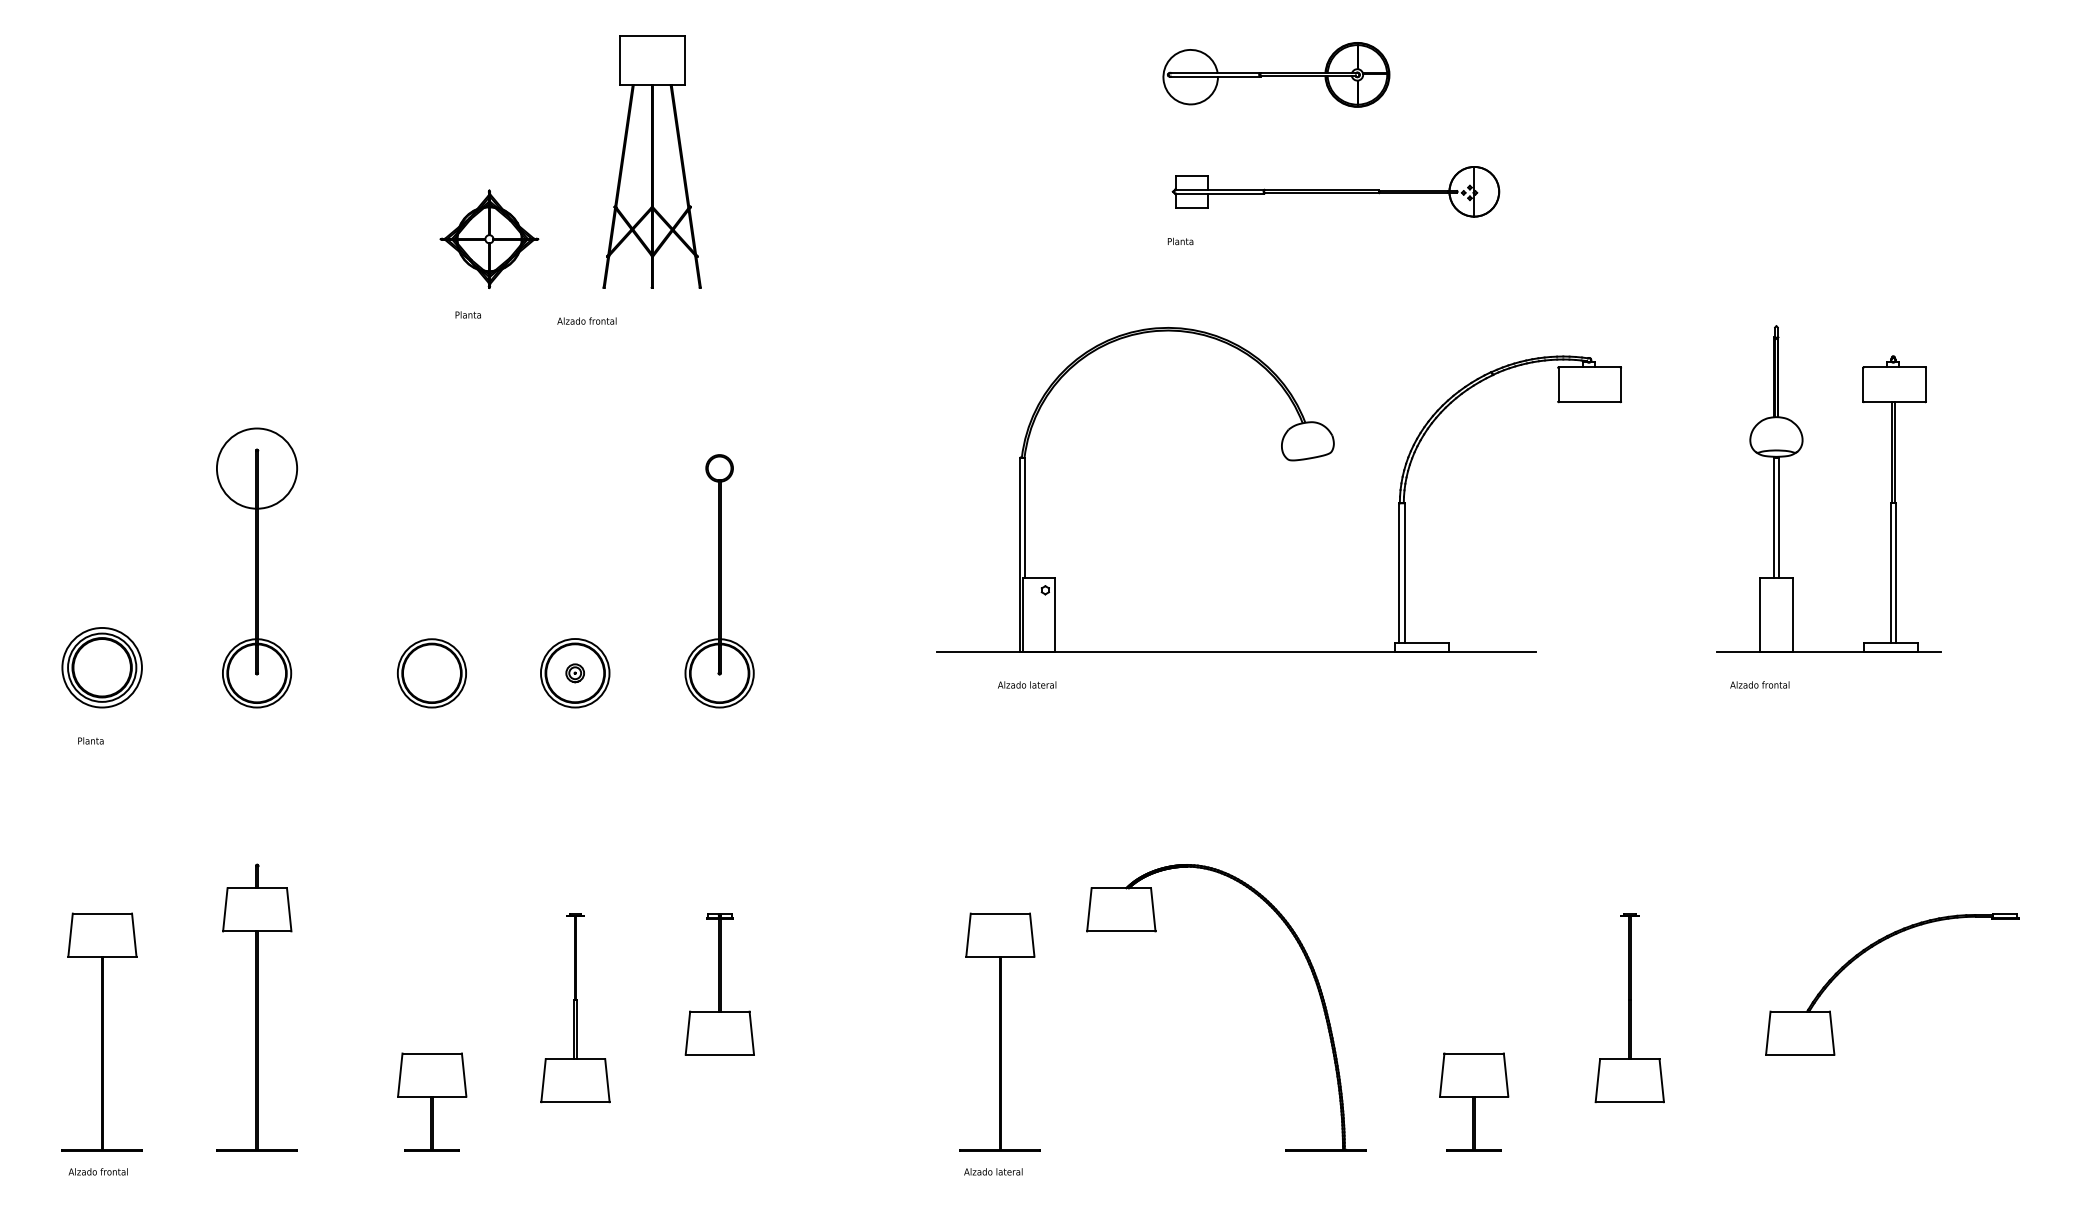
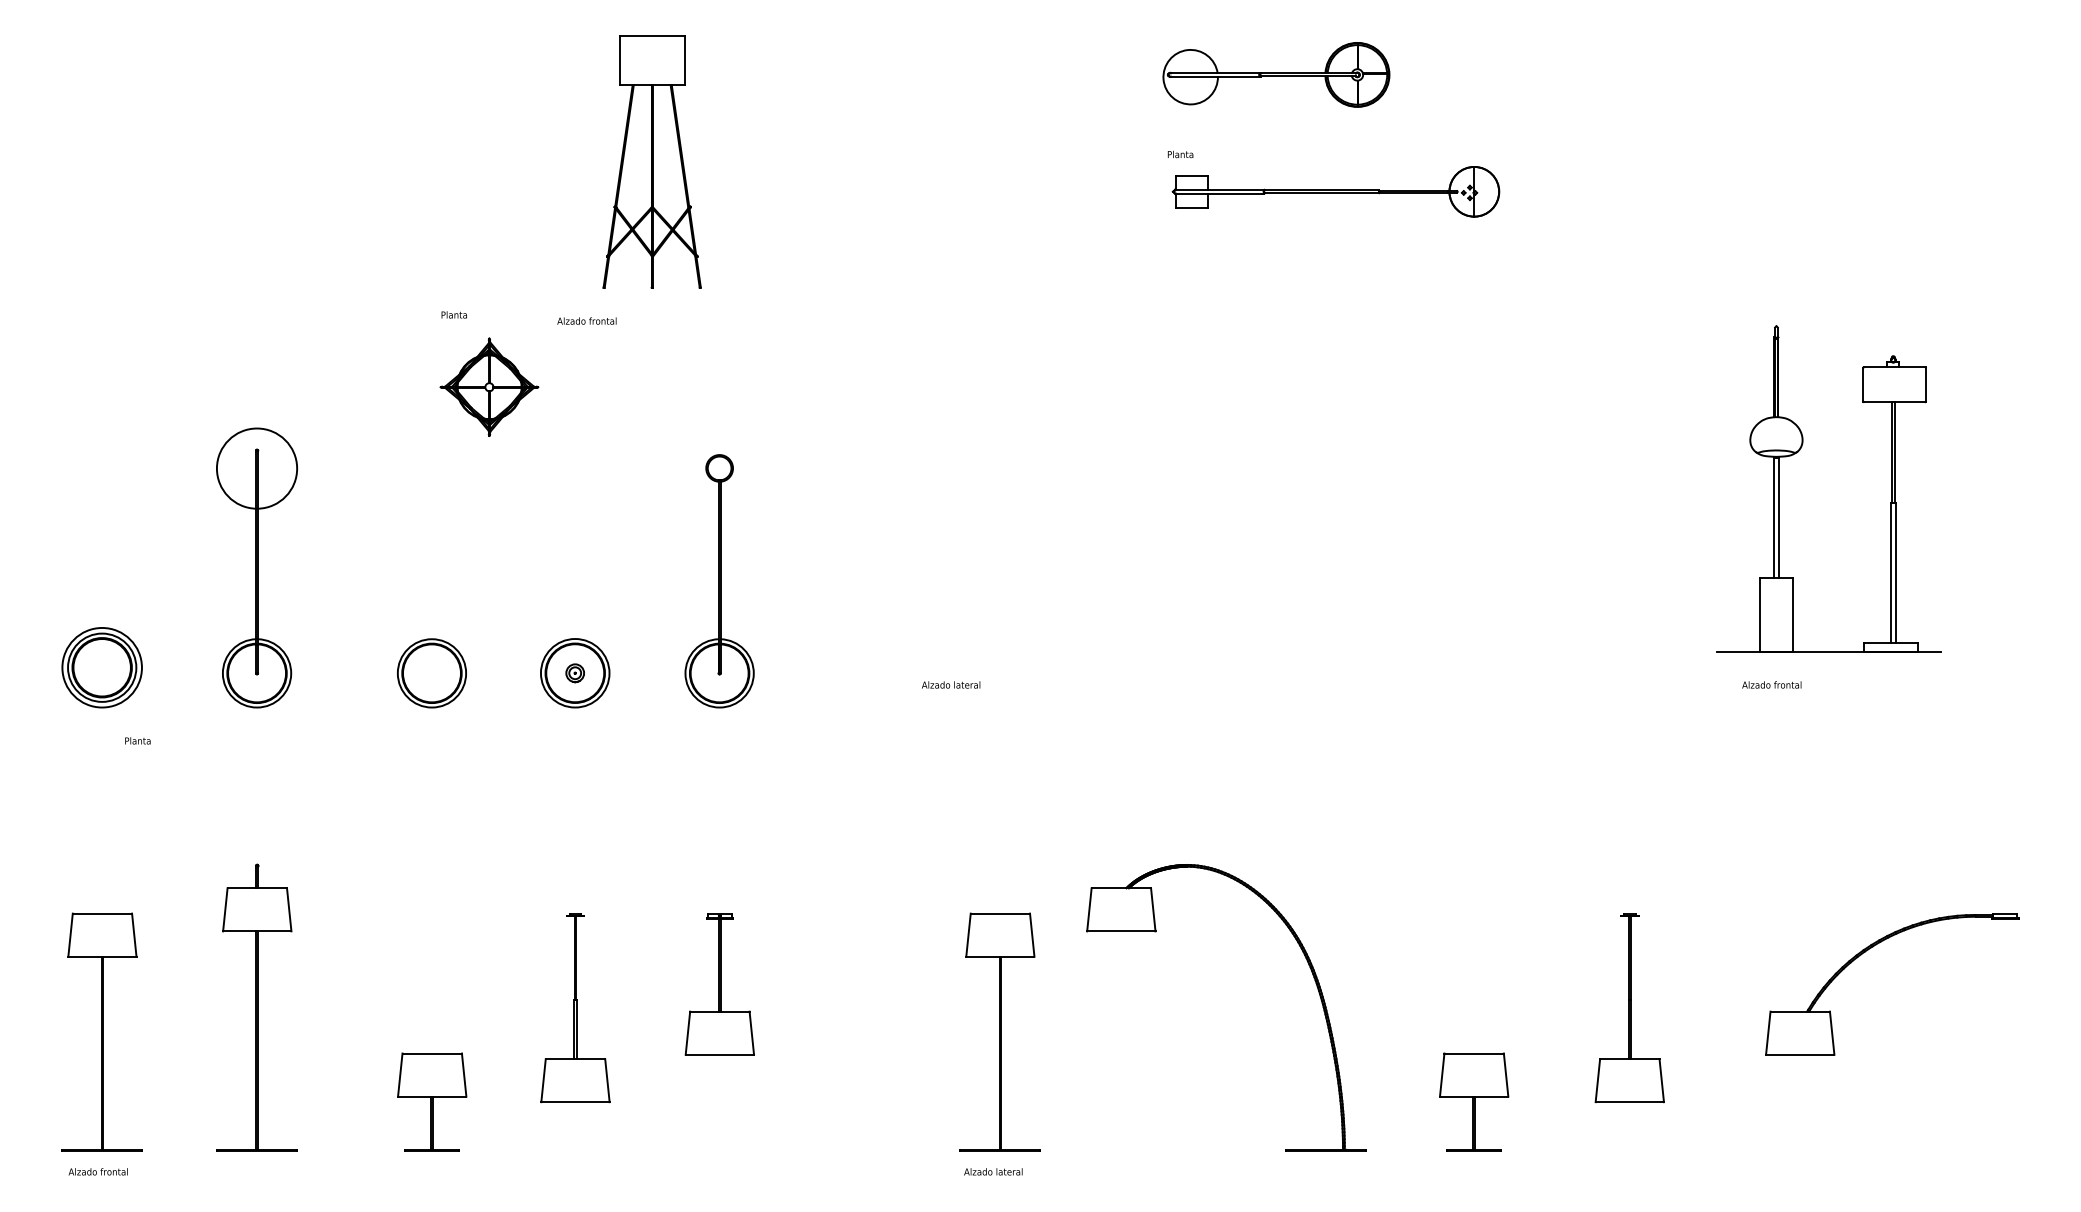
part at (489, 238) position: (489, 238) -> (489, 386)
text at (1180, 241) position: (1180, 241) -> (1180, 154)
text at (467, 314) position: (467, 314) -> (453, 314)
part at (1287, 460): present -> none
text at (1027, 684) position: (1027, 684) -> (951, 684)
text at (1759, 684) position: (1759, 684) -> (1771, 684)
text at (90, 740) position: (90, 740) -> (137, 740)
